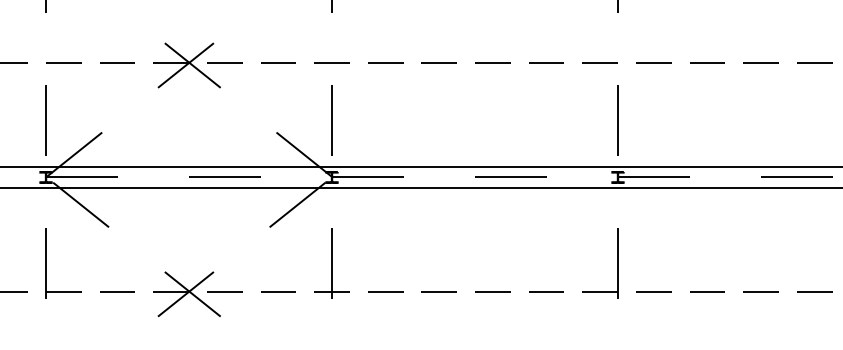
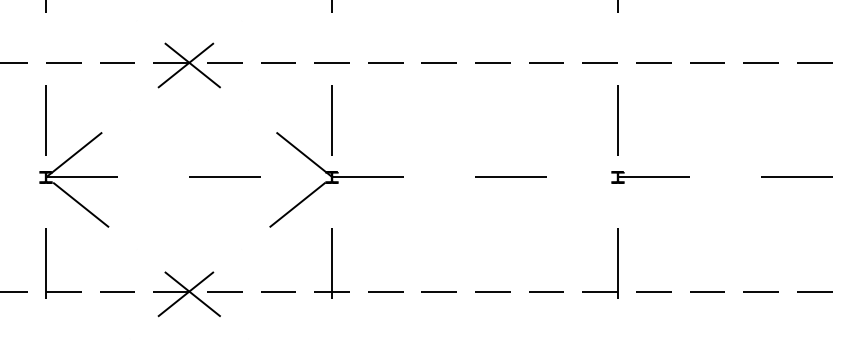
line at (420, 166): present -> none
line at (420, 188): present -> none
